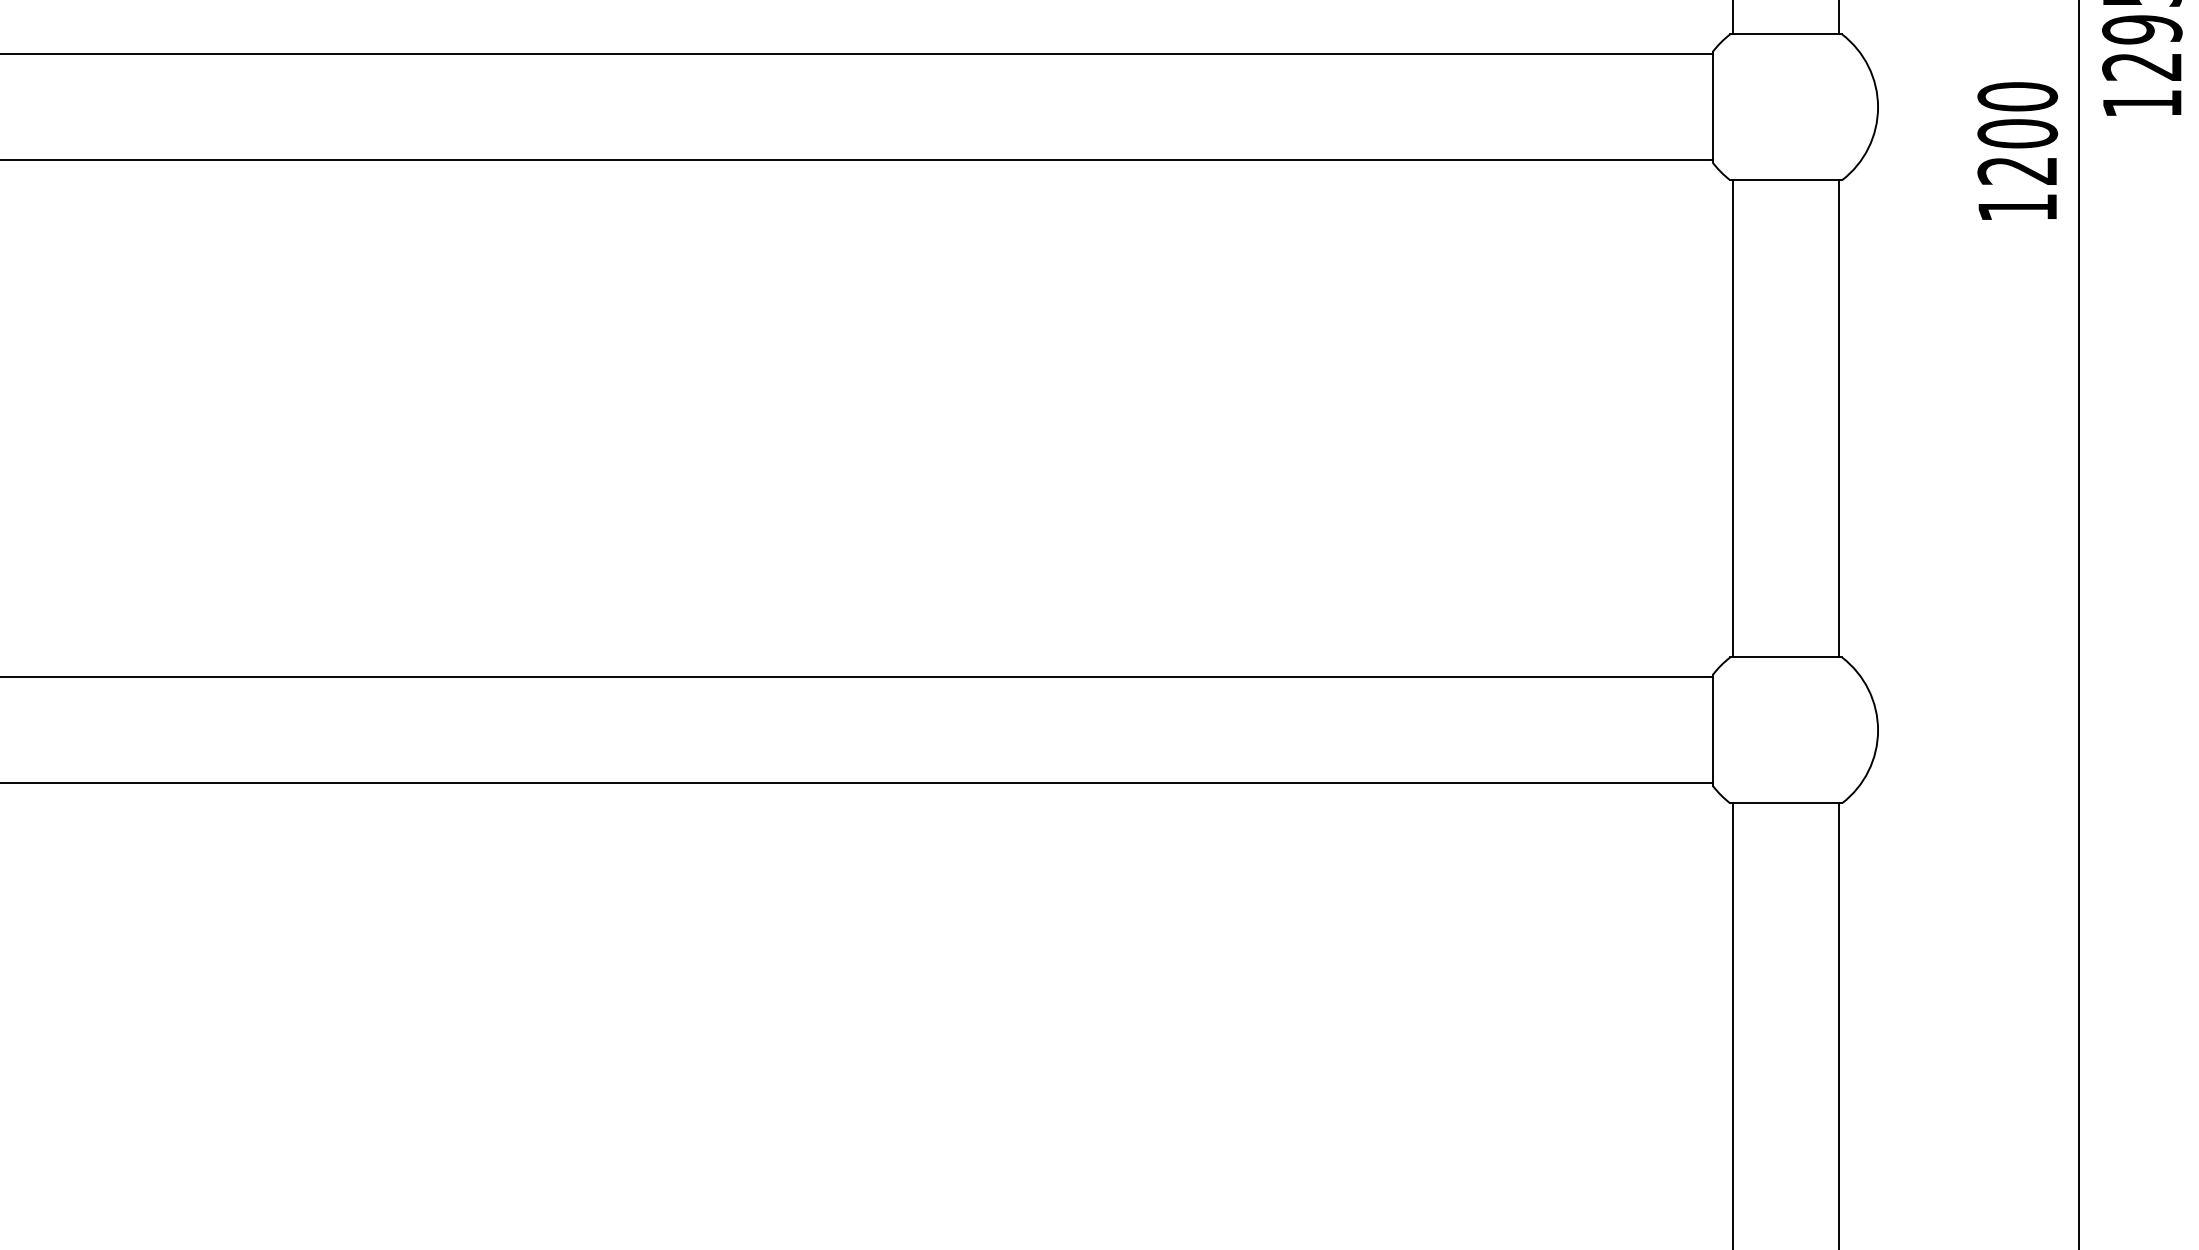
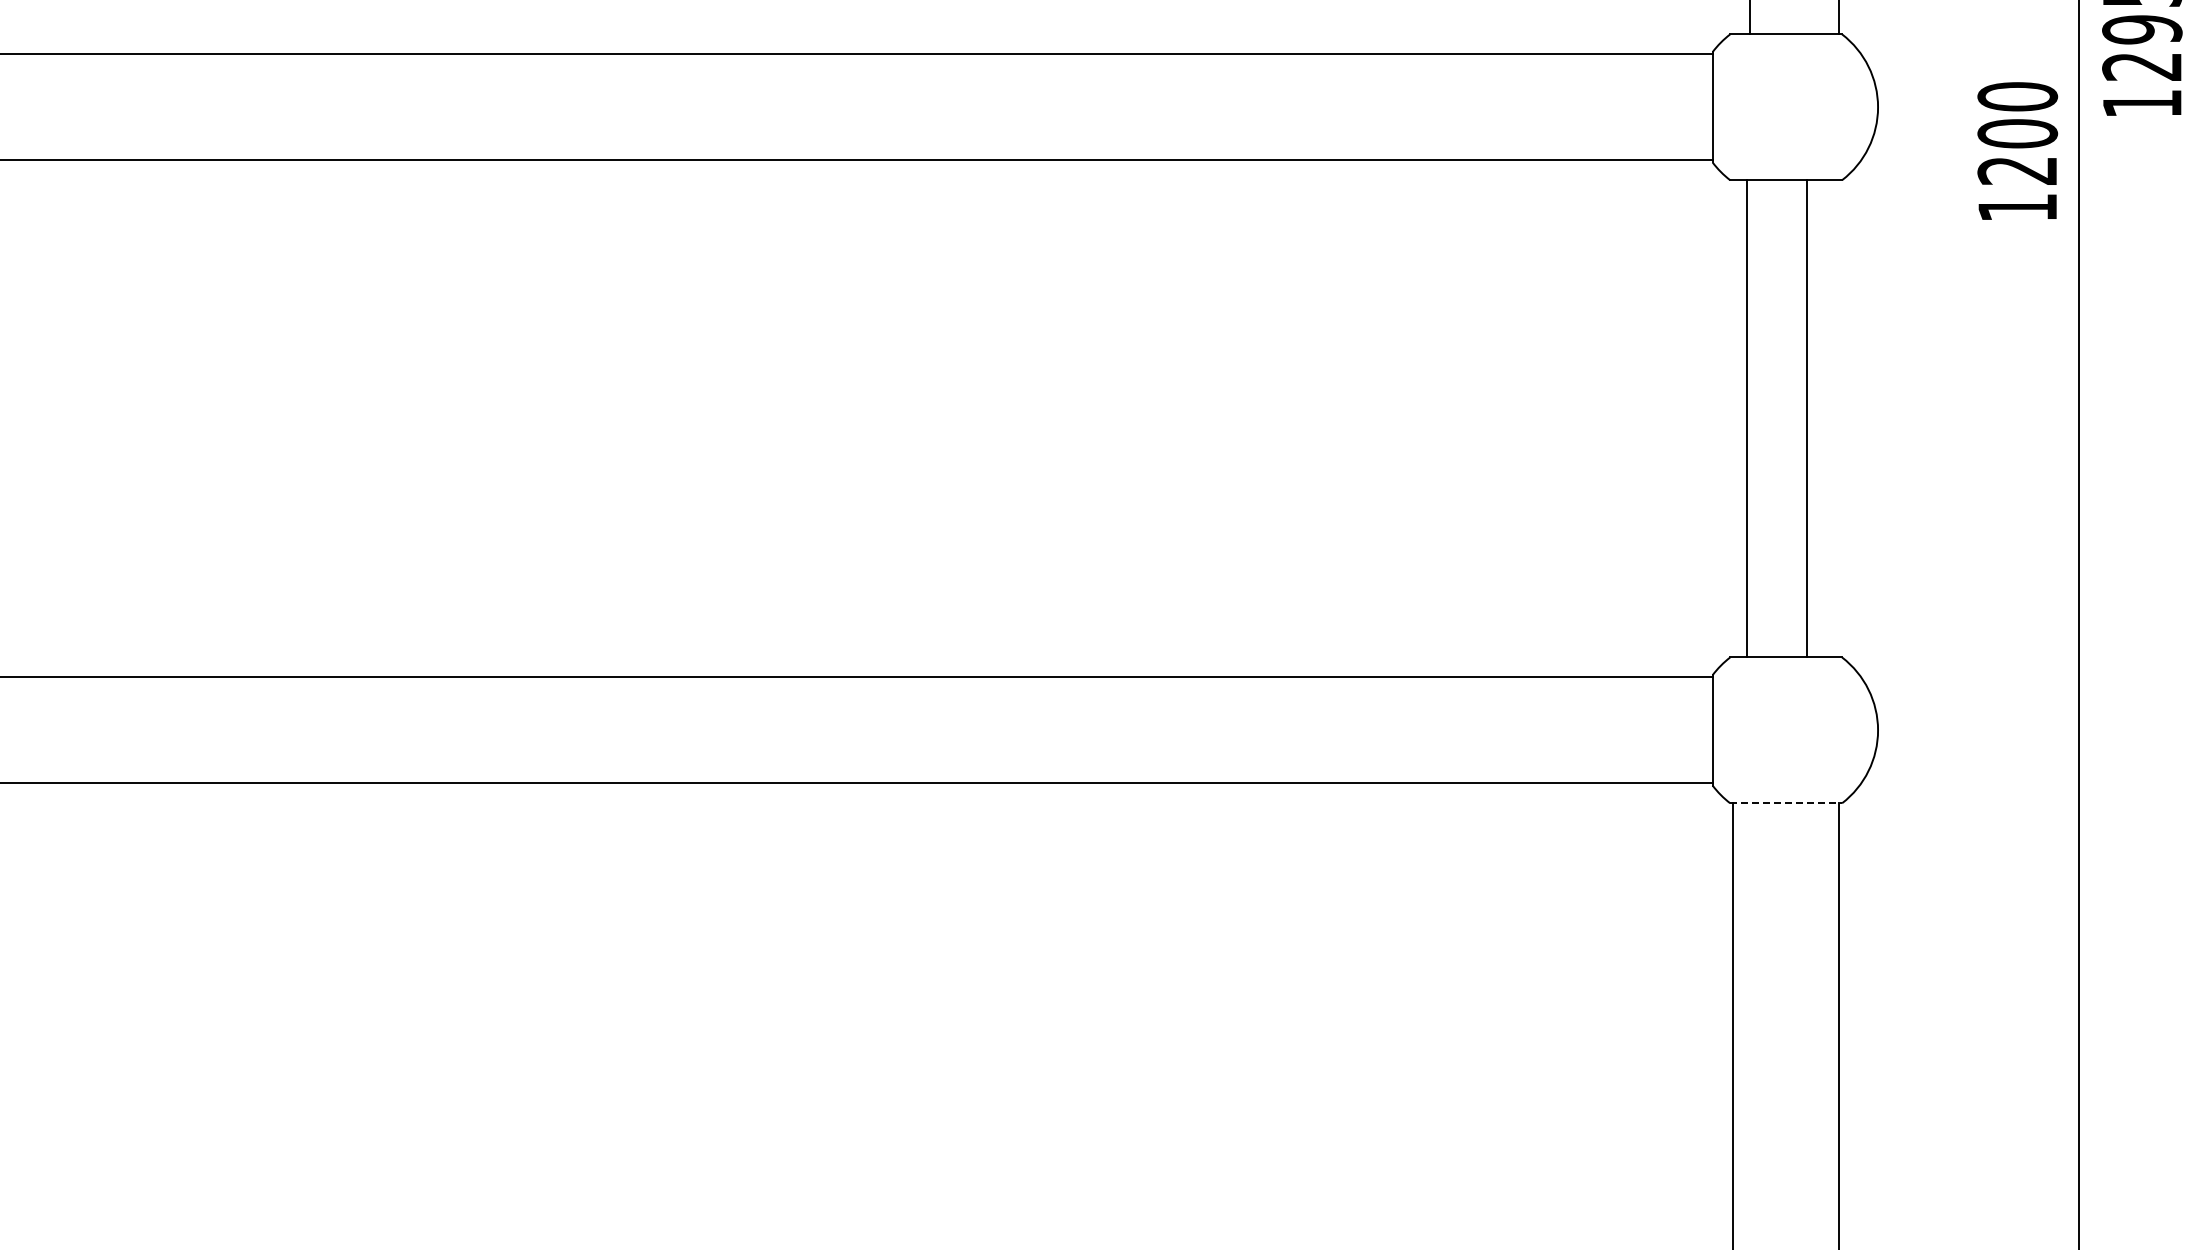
line at (1733, 18) position: (1733, 18) -> (1750, 18)
line at (1733, 418) position: (1733, 418) -> (1747, 418)
line at (1839, 418) position: (1839, 418) -> (1807, 418)
line at (1786, 803): solid -> dashed
